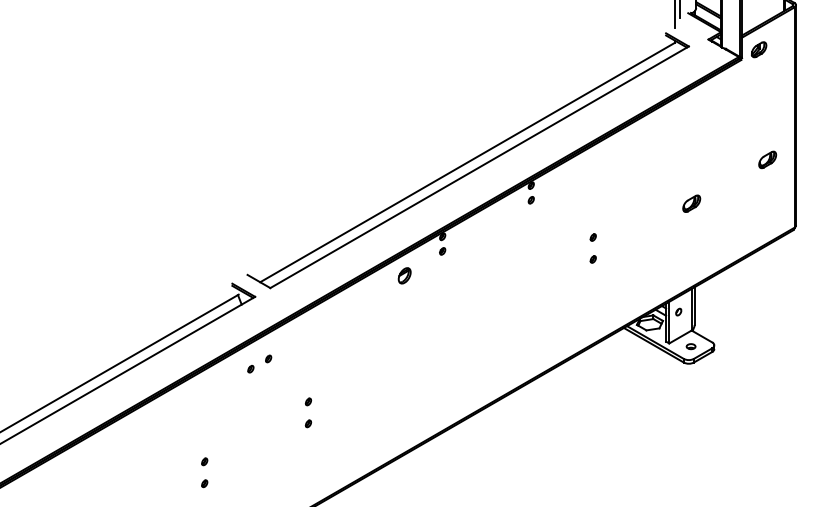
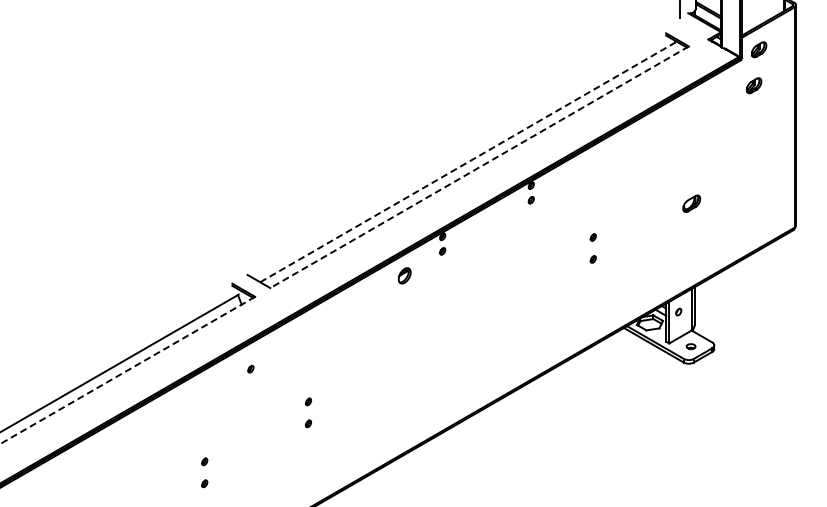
line at (674, 15): present -> none
part at (754, 85): none -> present
part at (767, 159): present -> none
line at (468, 162): solid -> dashed
line at (479, 167): solid -> dashed
part at (268, 358): present -> none
line at (127, 370): solid -> dashed
